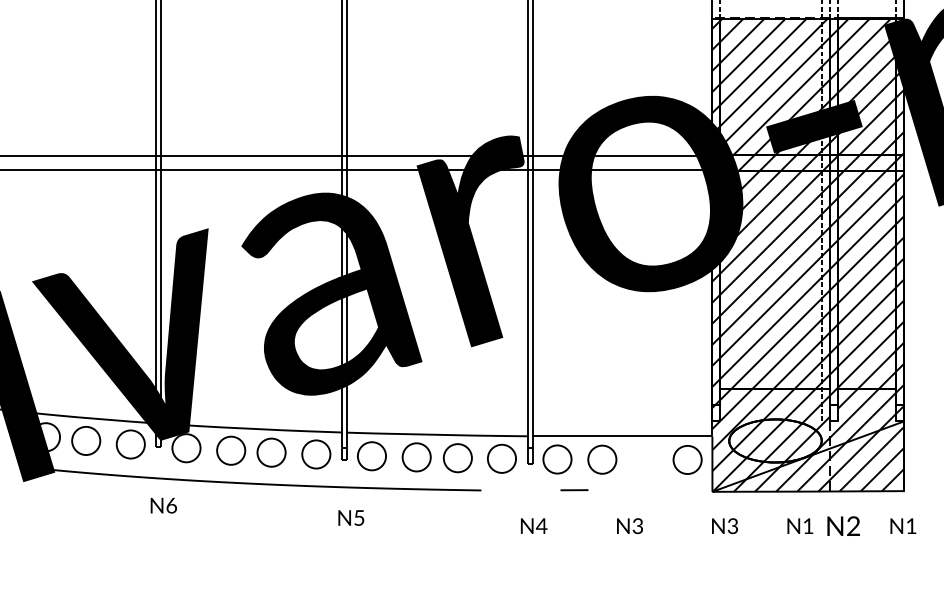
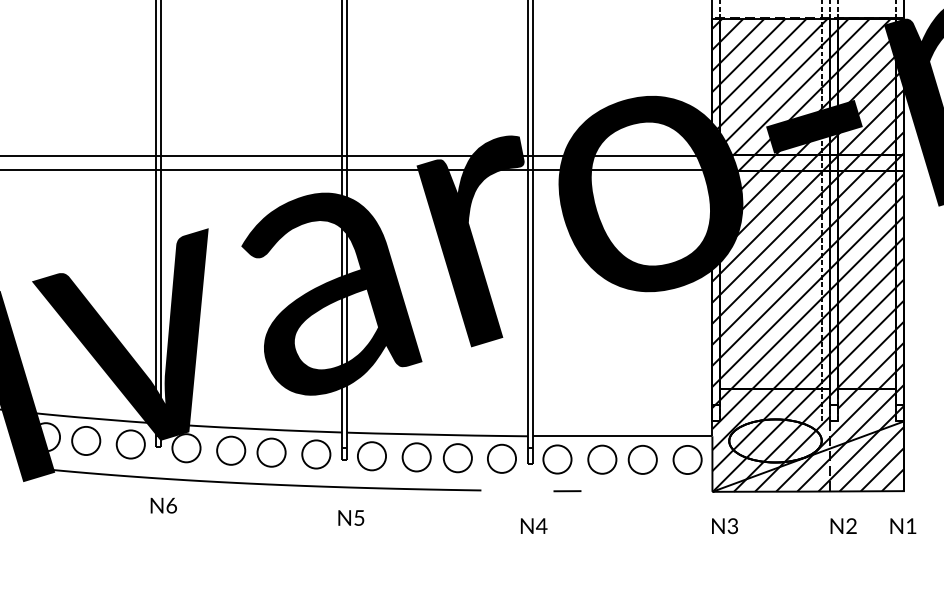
part at (642, 459): none -> present
line at (574, 490) position: (574, 490) -> (567, 491)
part at (800, 525): present -> none
part at (843, 525) size: 33x20 px -> 27x16 px
part at (629, 526): present -> none
